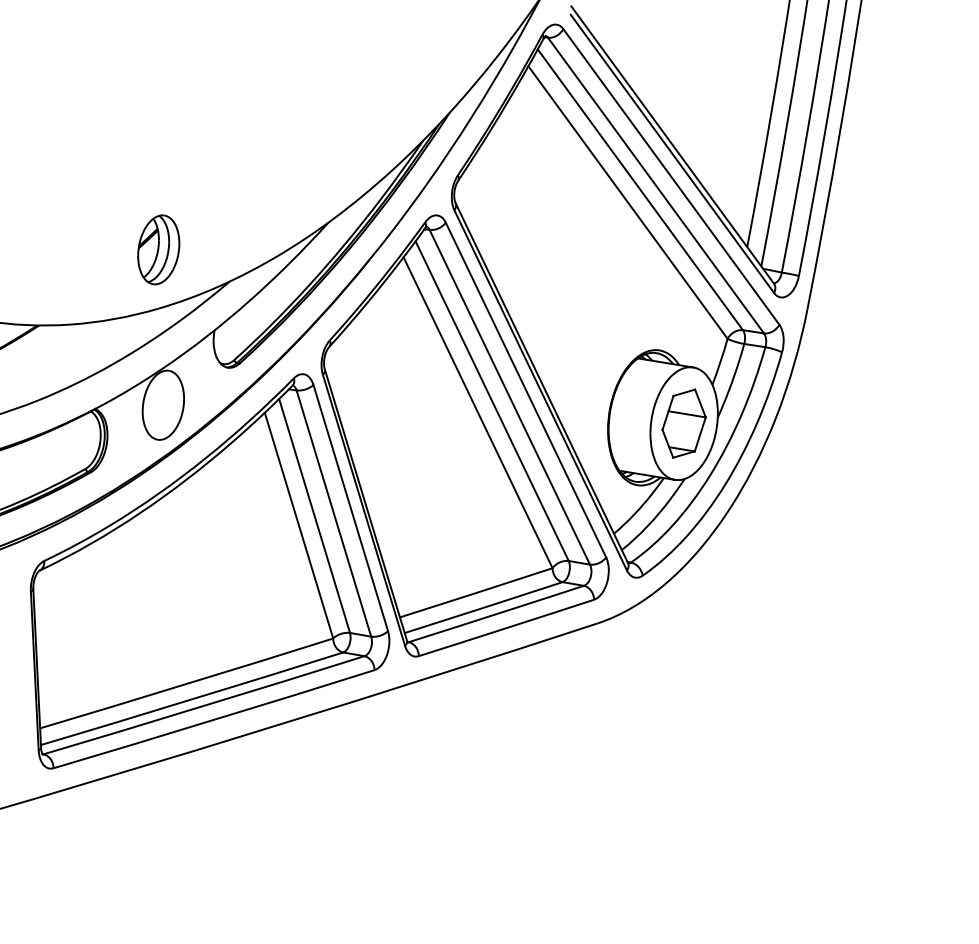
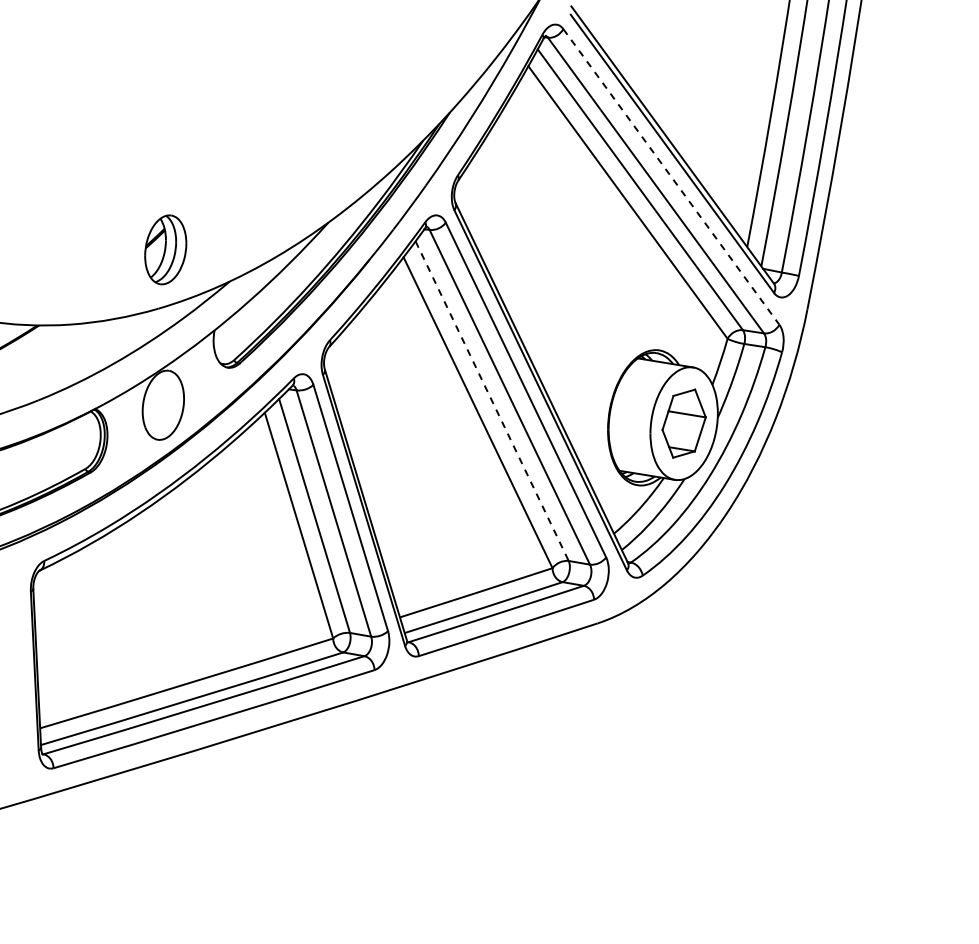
line at (671, 177): solid -> dashed
part at (158, 249) position: (158, 249) -> (165, 249)
line at (492, 401): solid -> dashed
